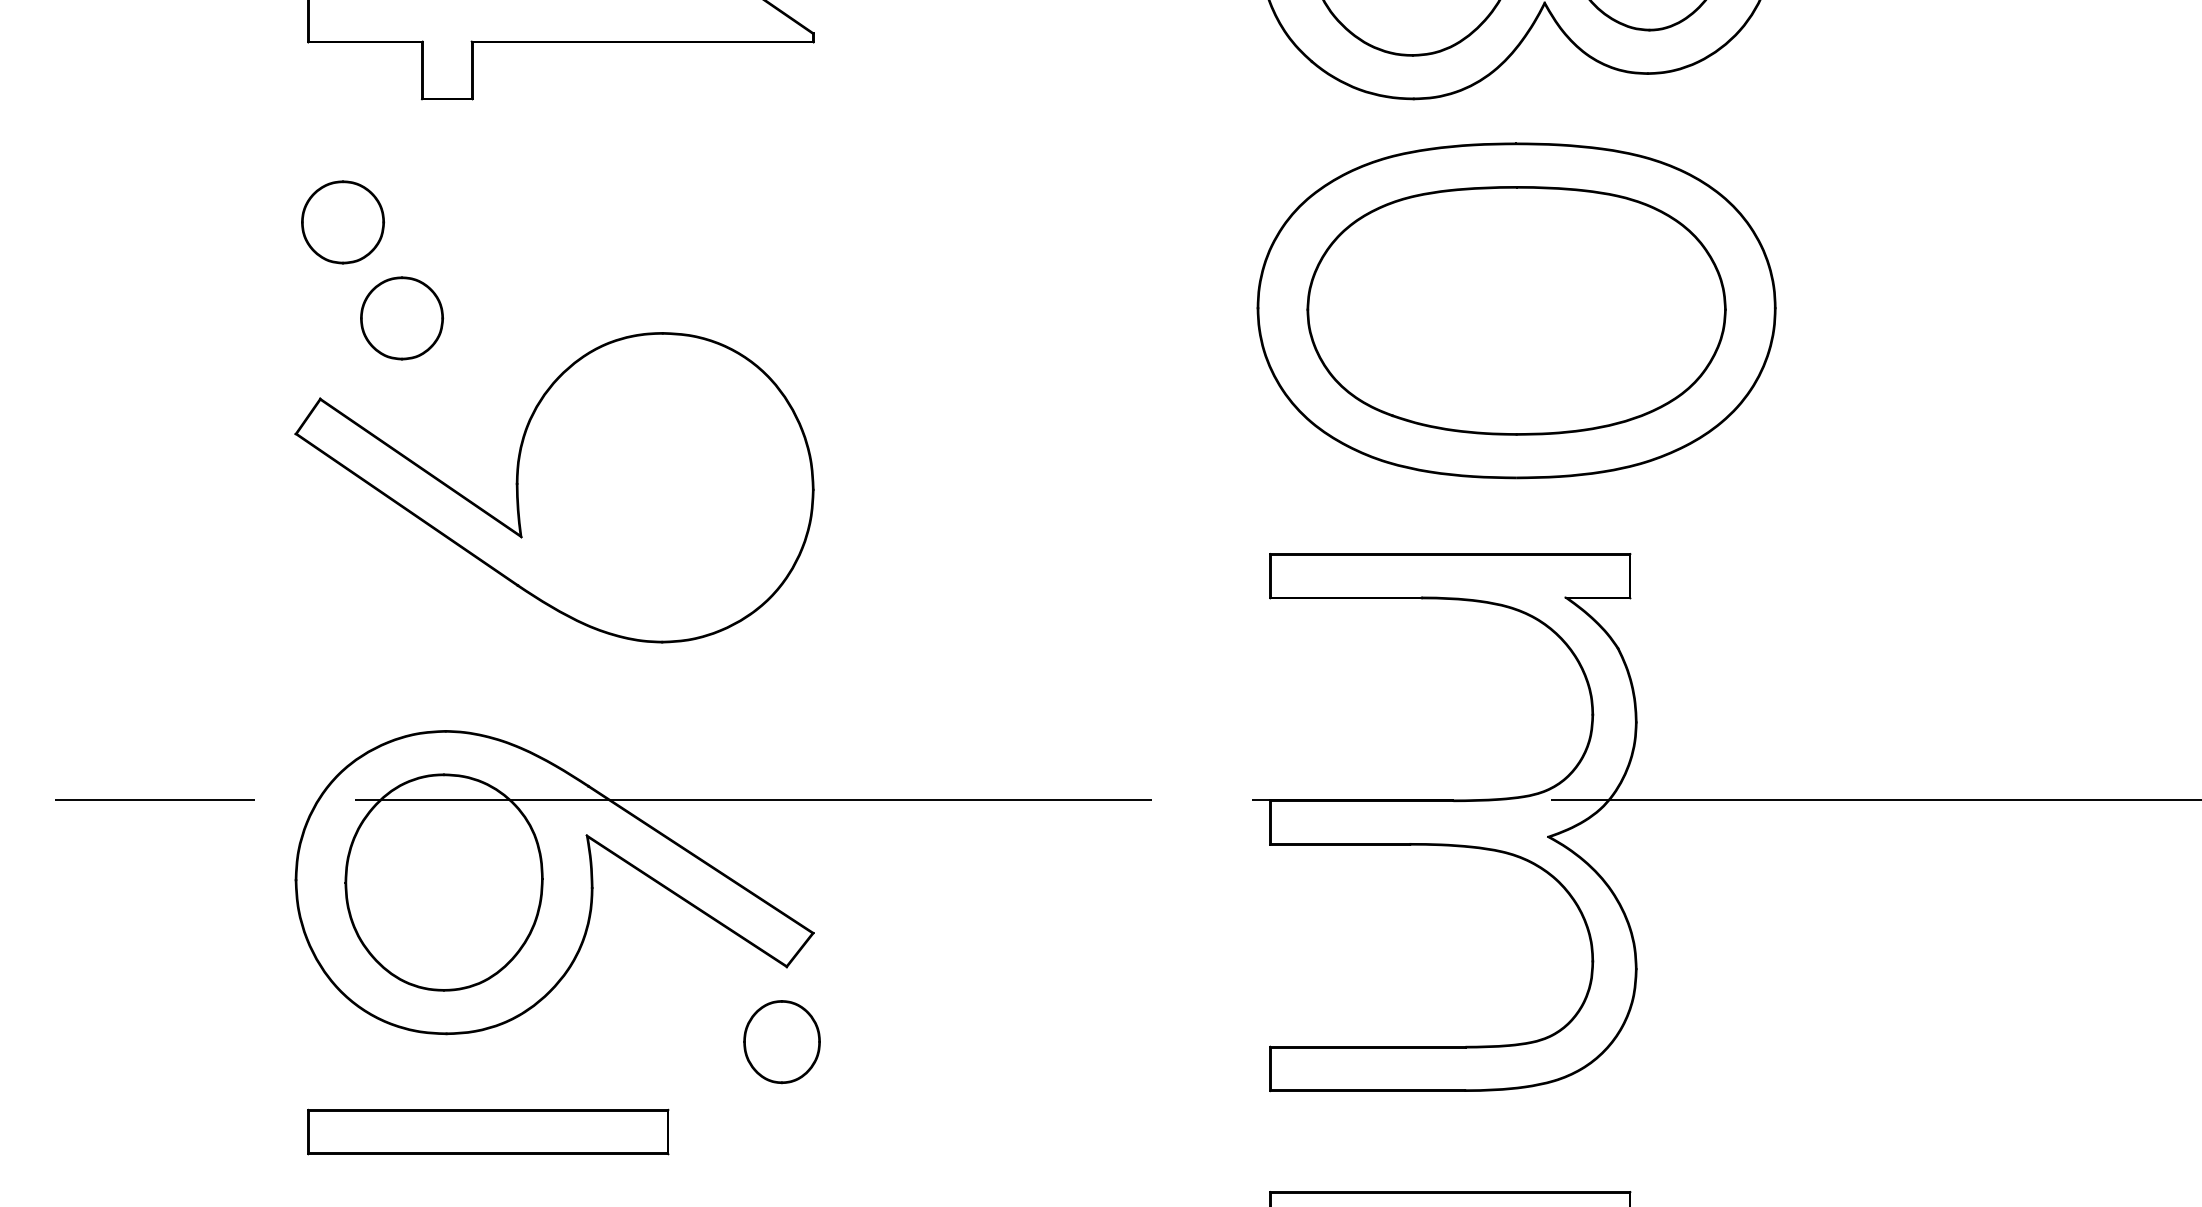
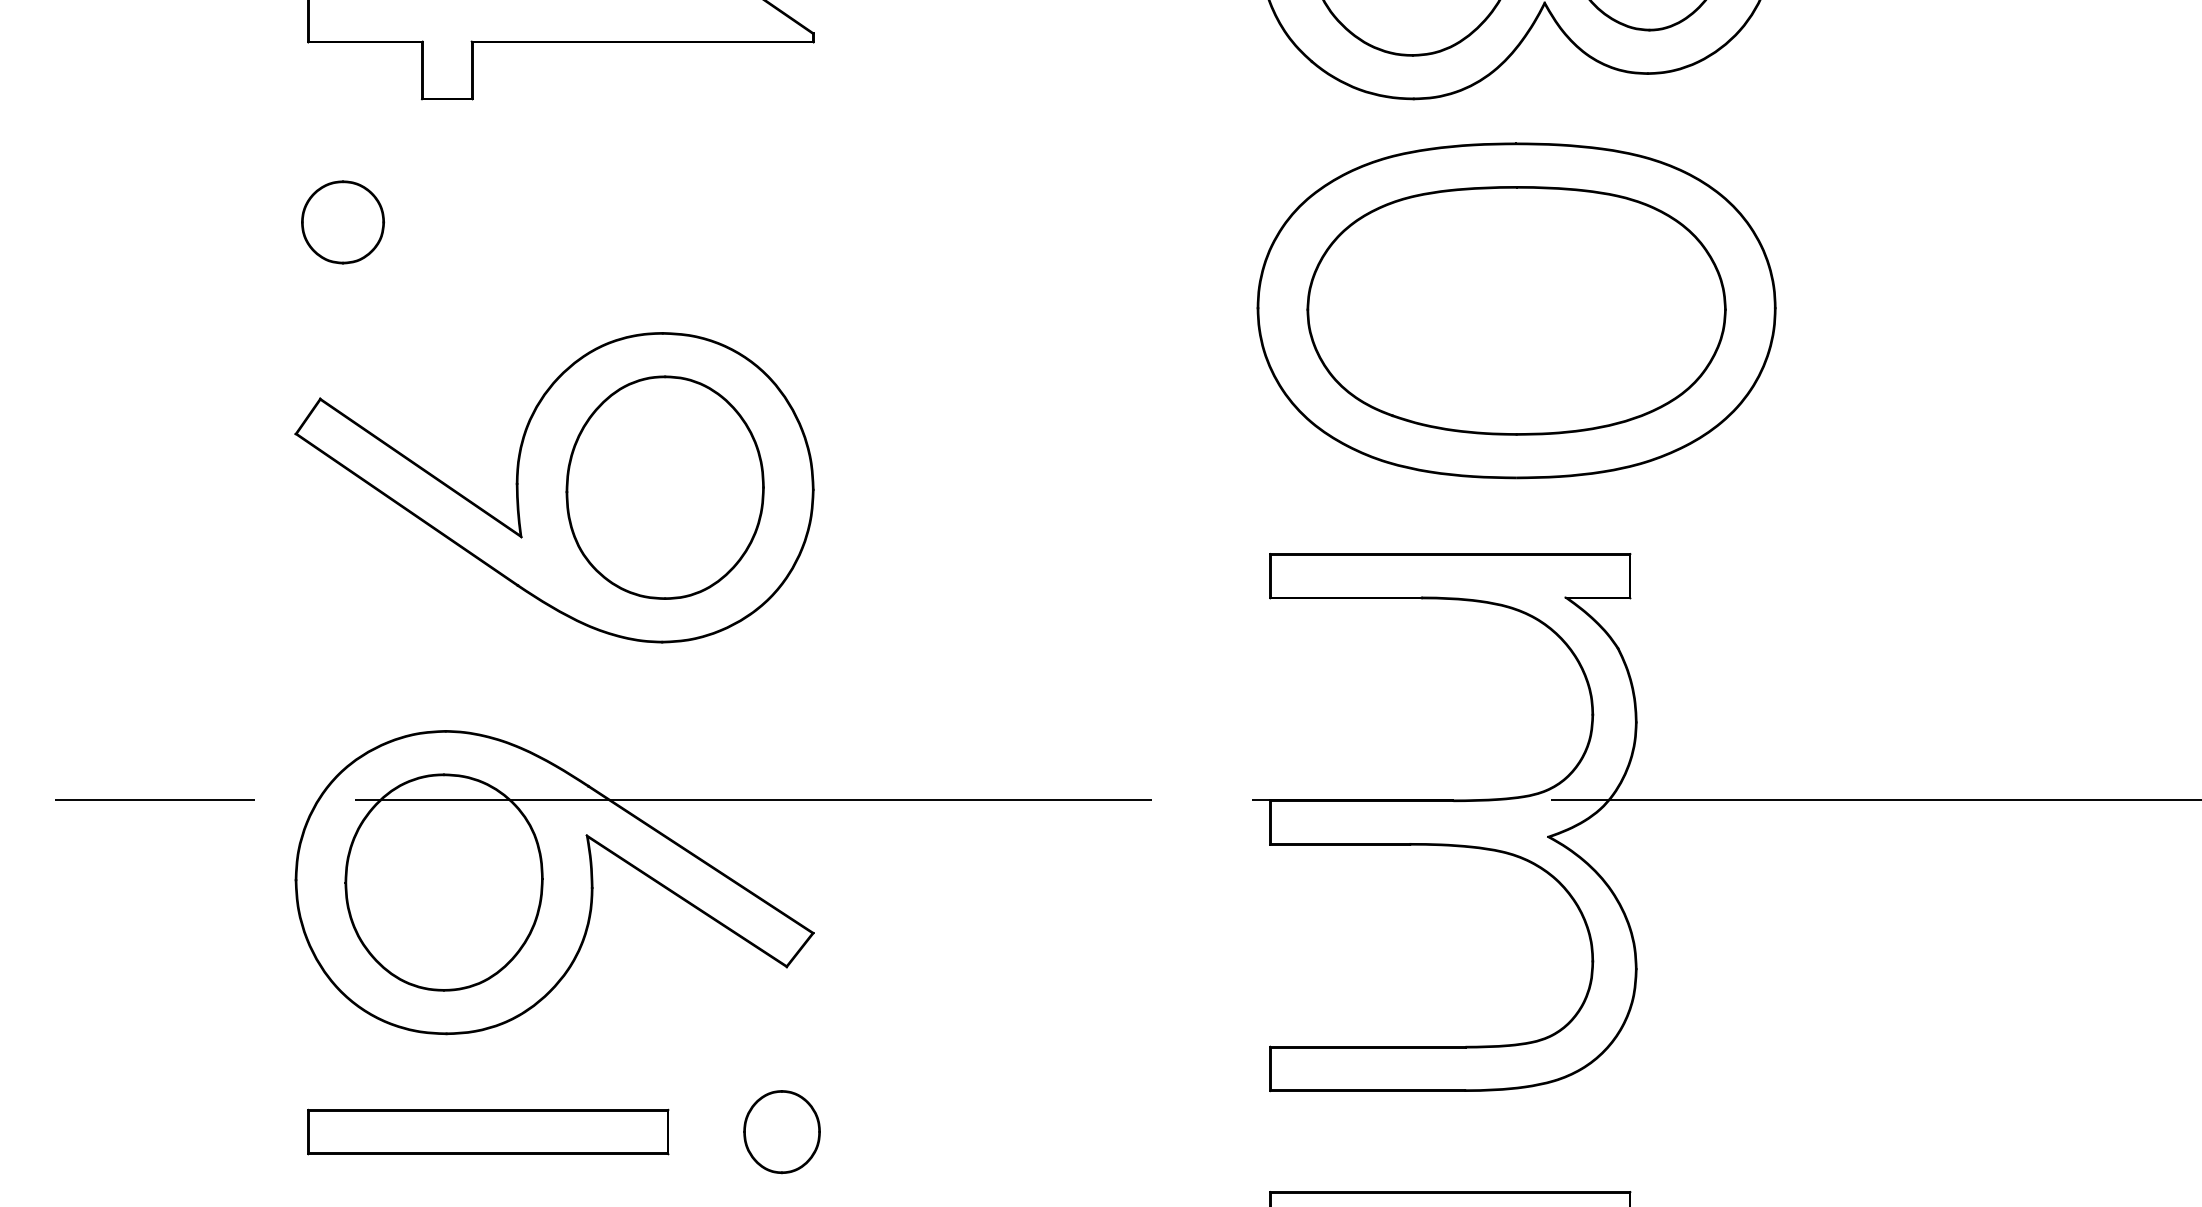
part at (402, 318): present -> none
part at (664, 487): none -> present
part at (781, 1042) position: (781, 1042) -> (781, 1132)
